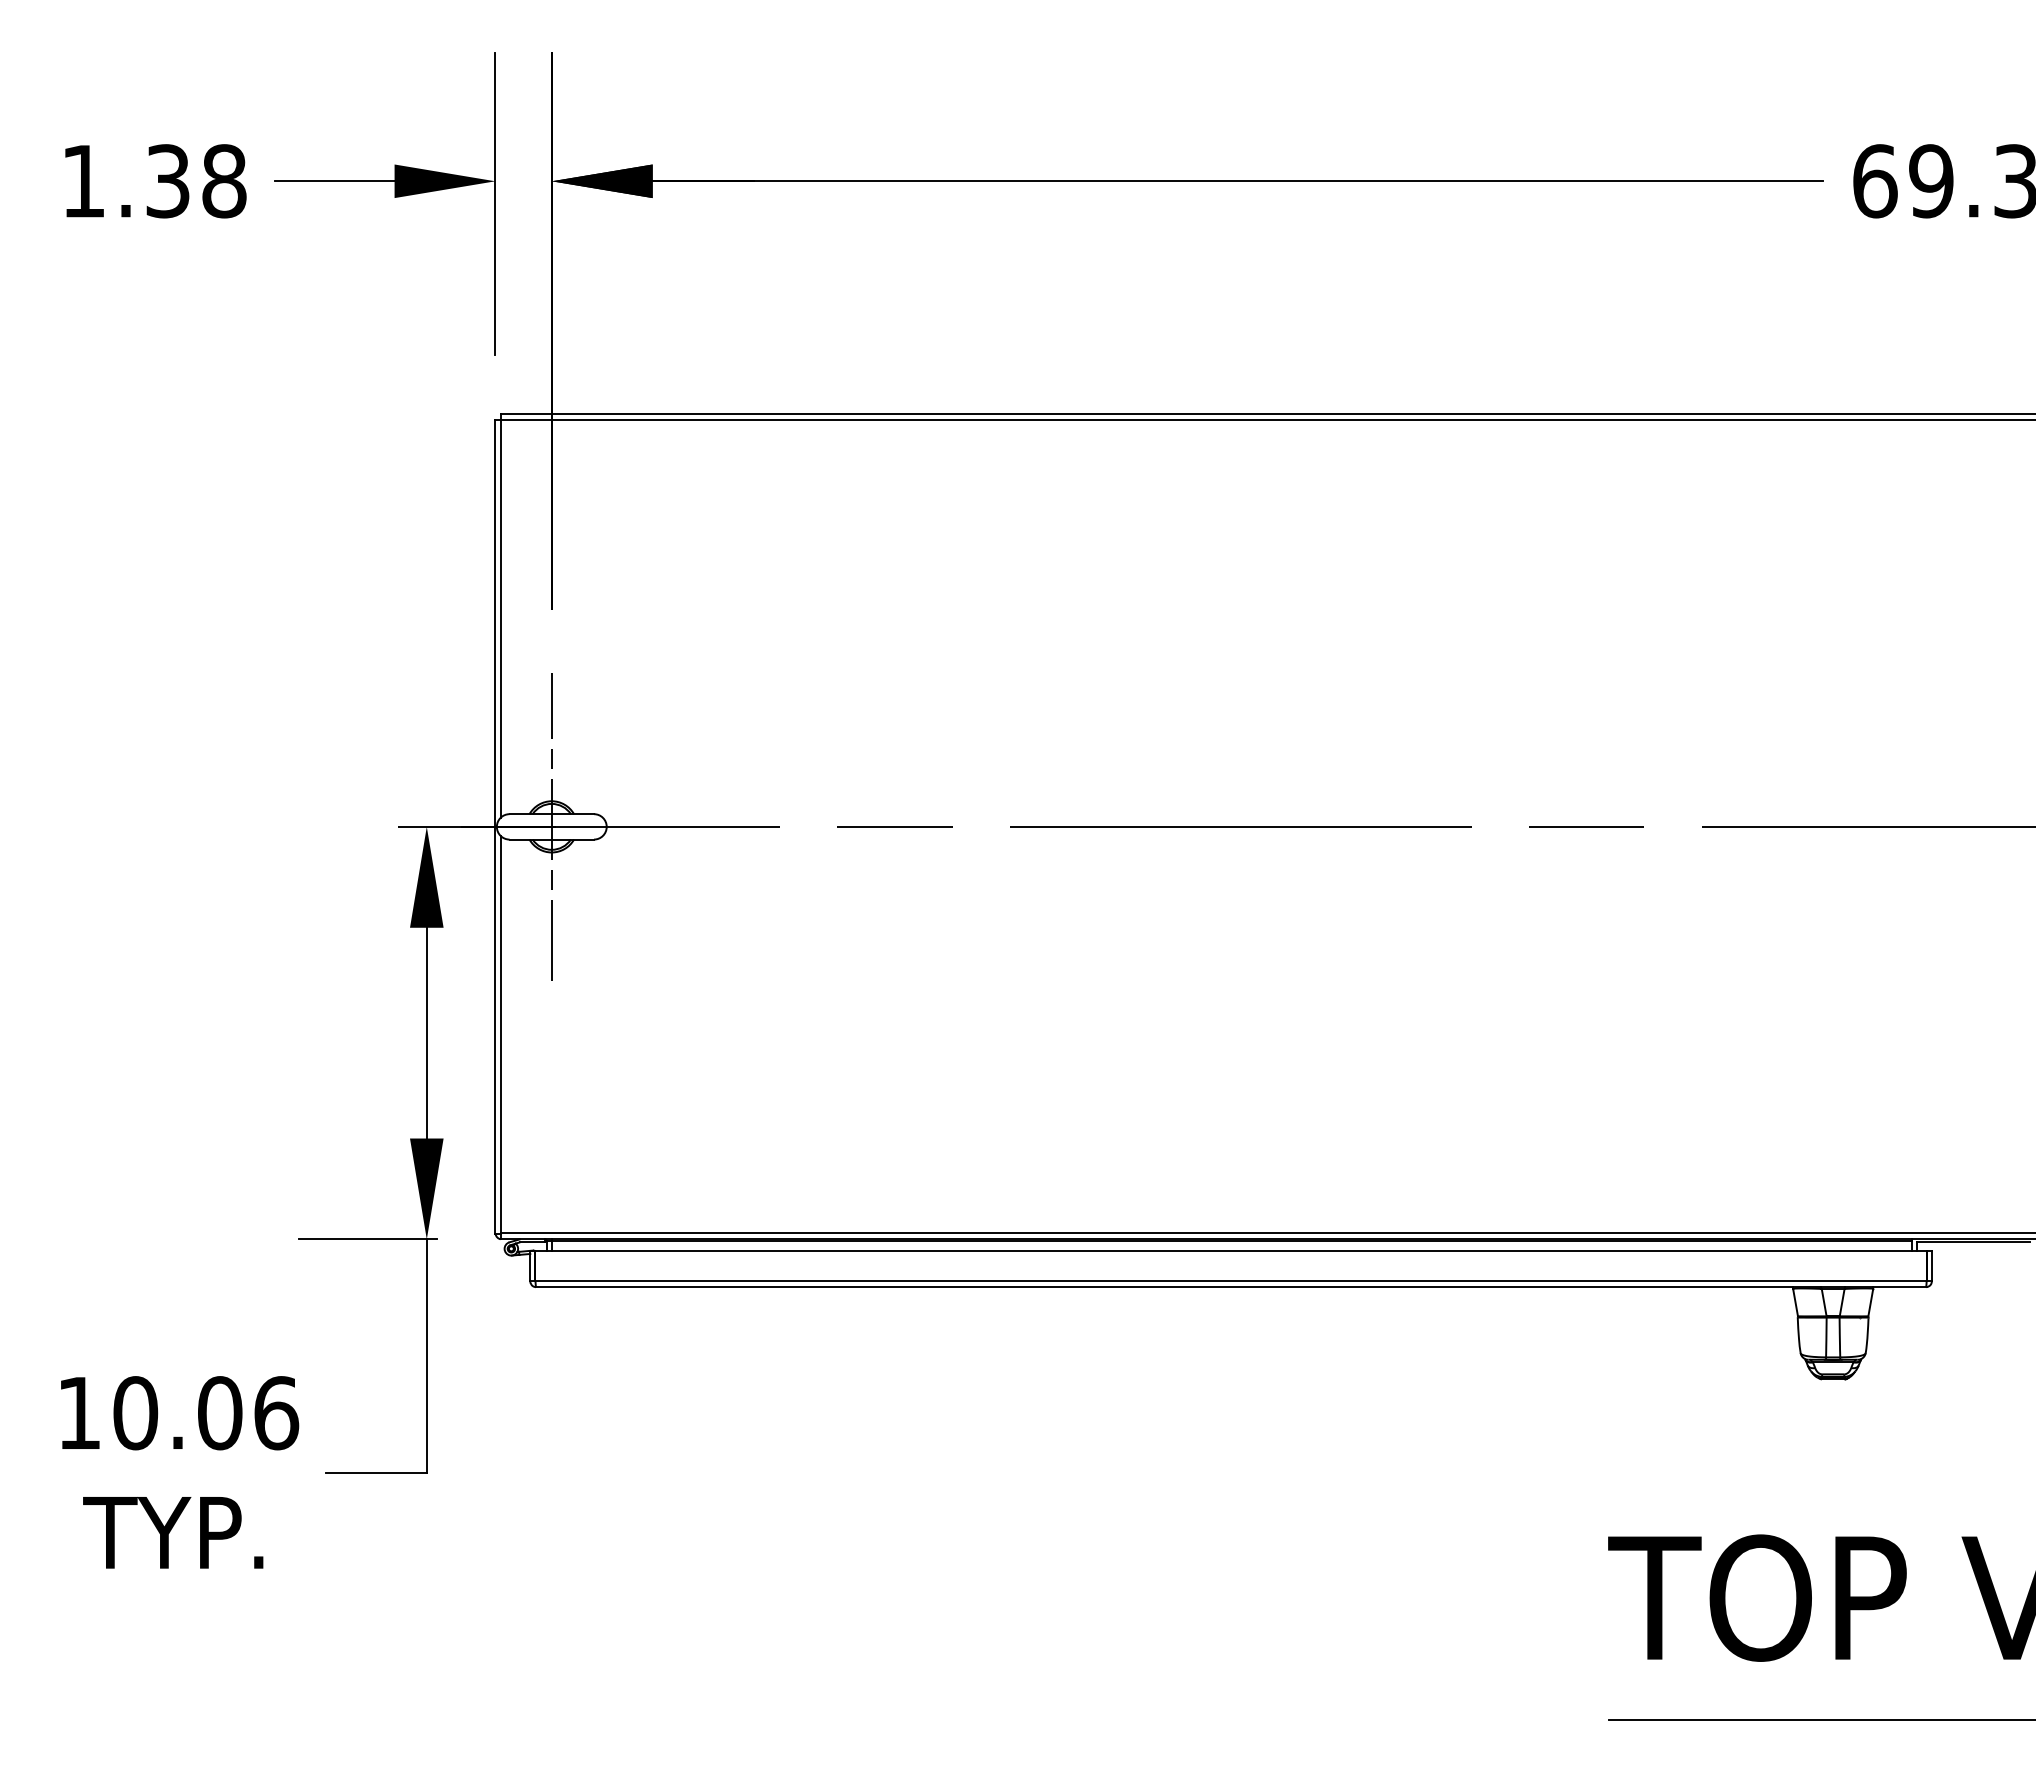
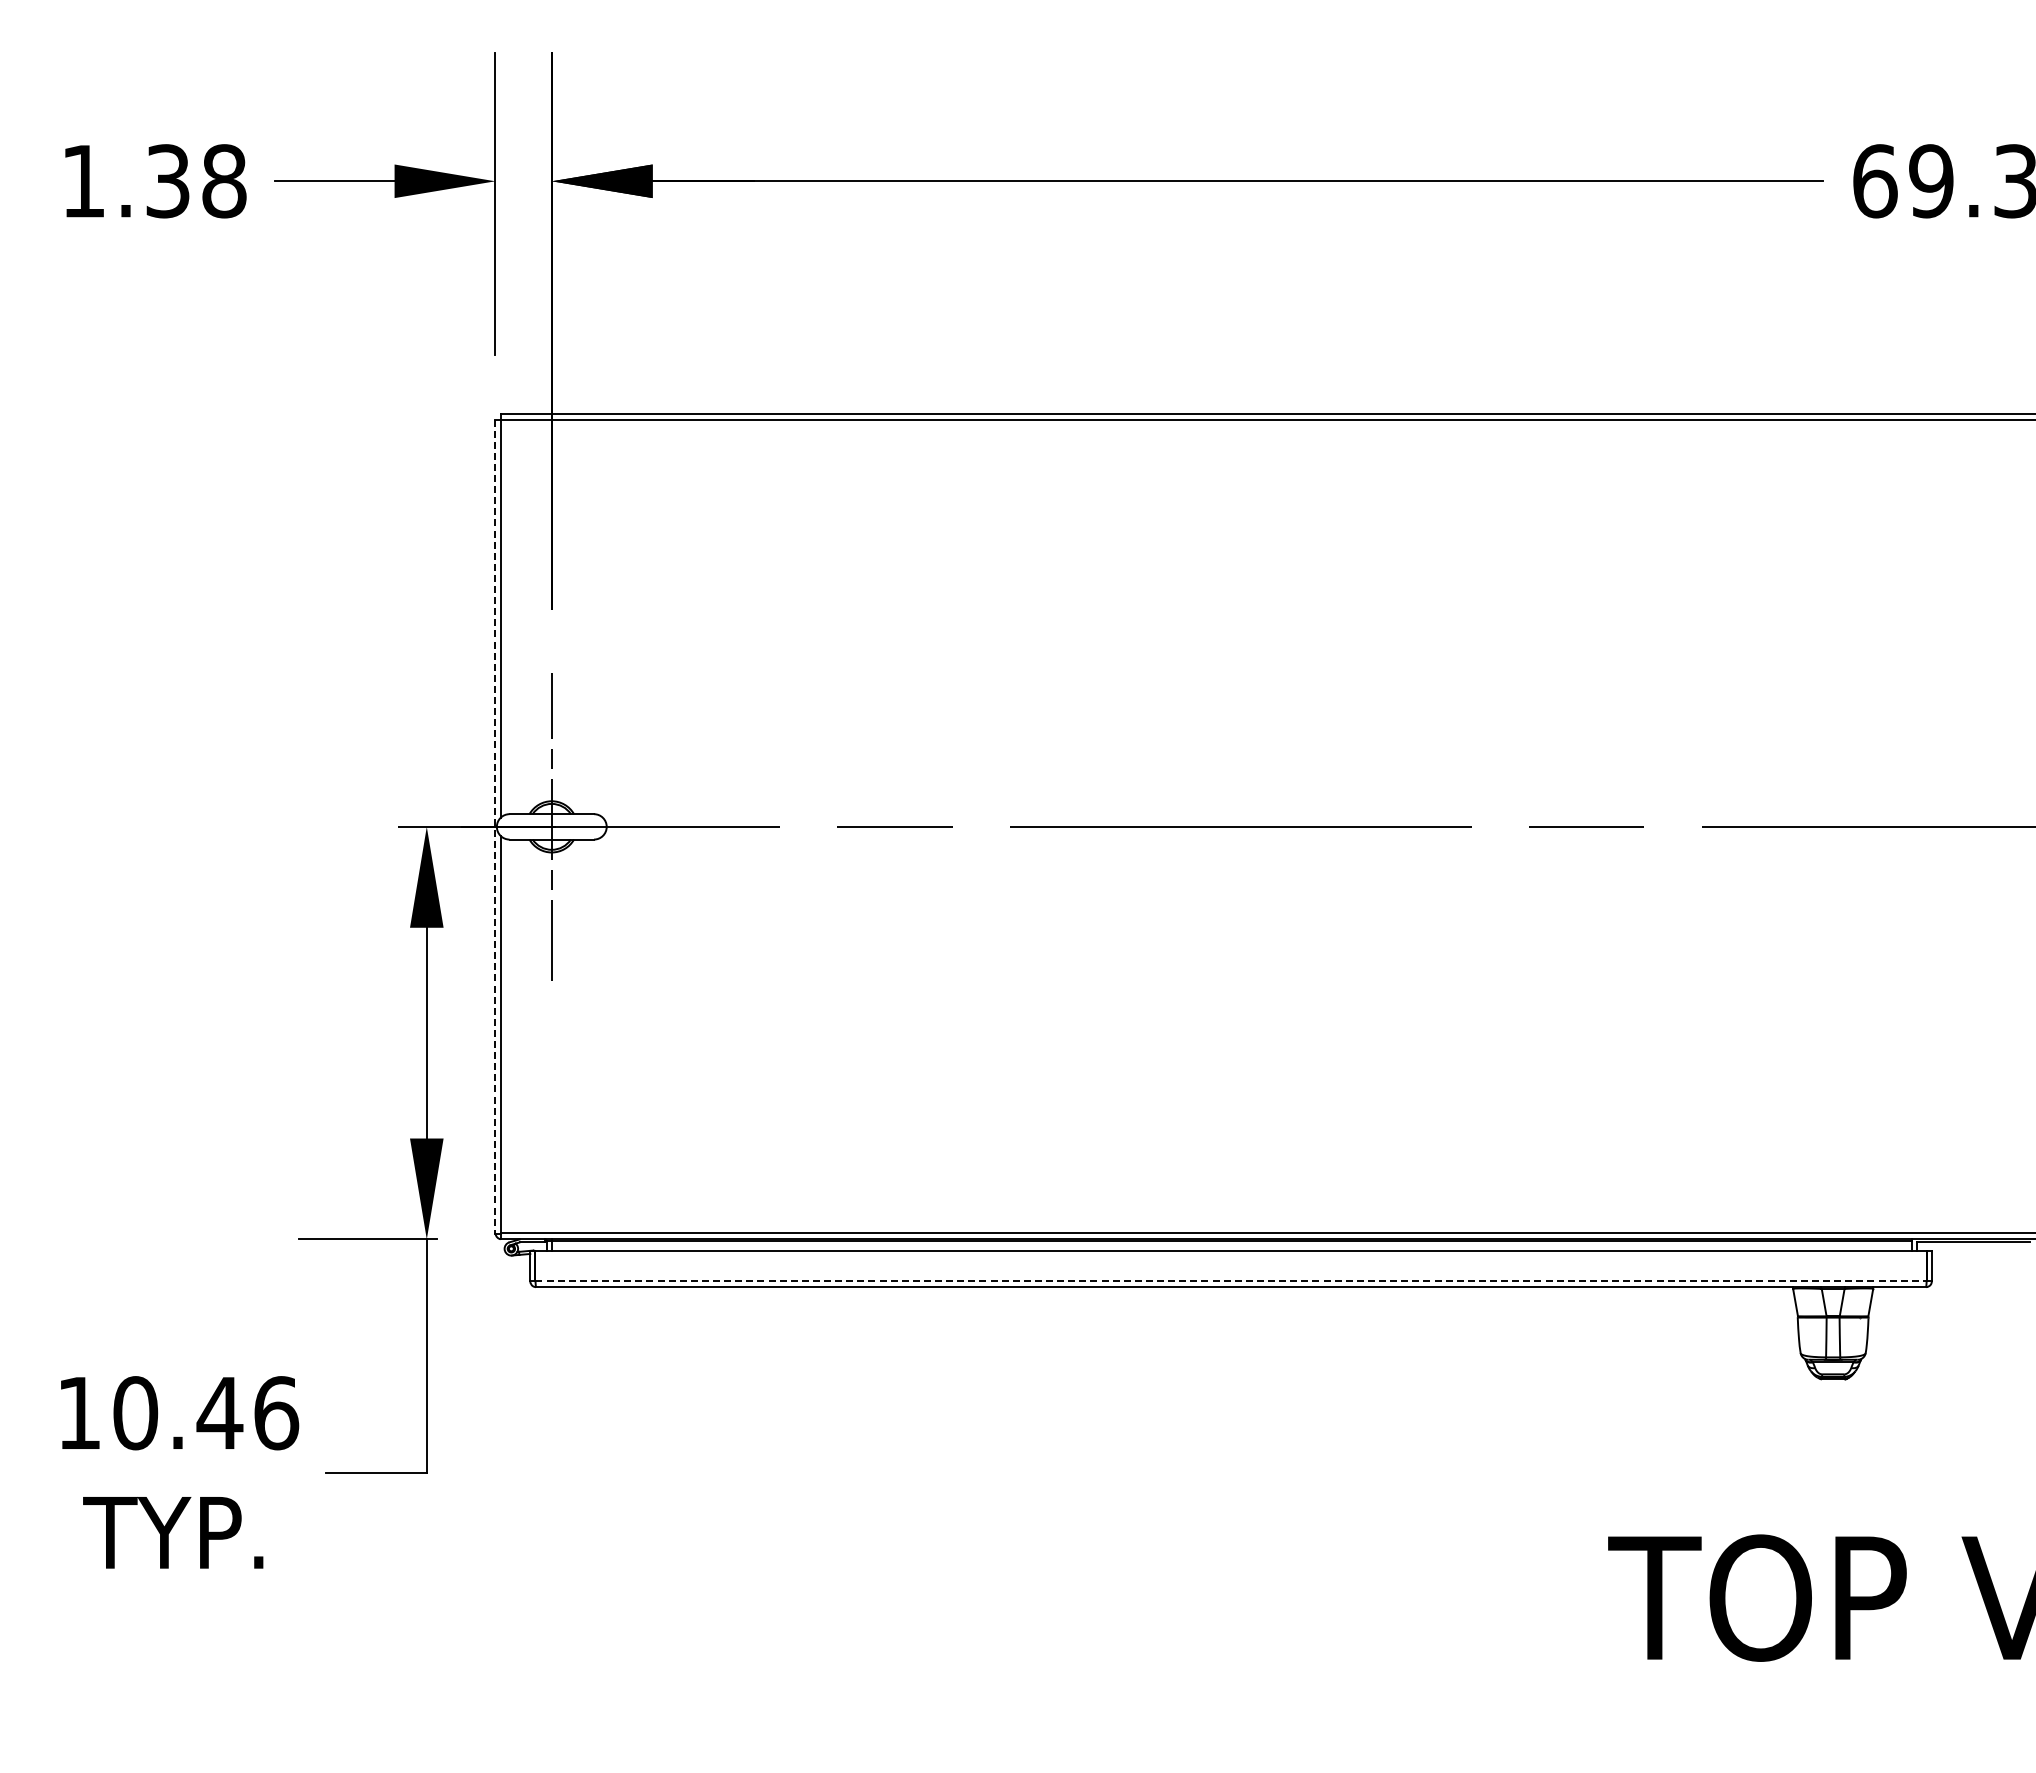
line at (495, 827): solid -> dashed
line at (1231, 1281): solid -> dashed
text at (219, 1413): 10.06 -> 10.46
line at (1820, 1719): present -> none
